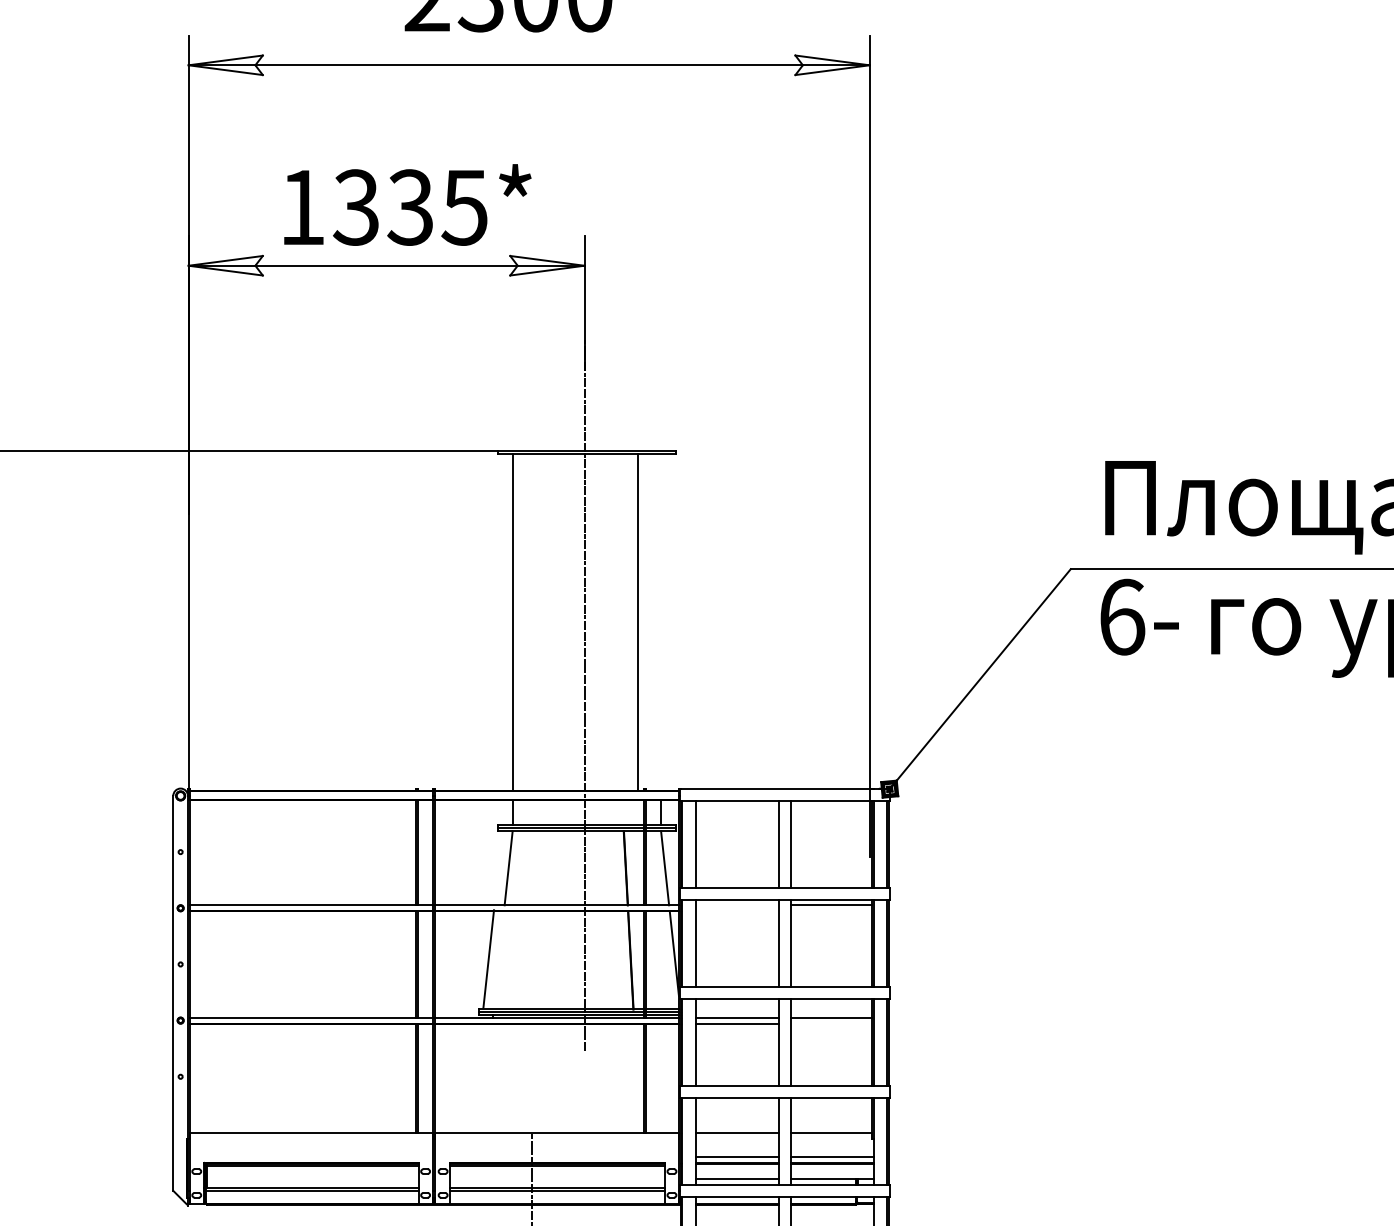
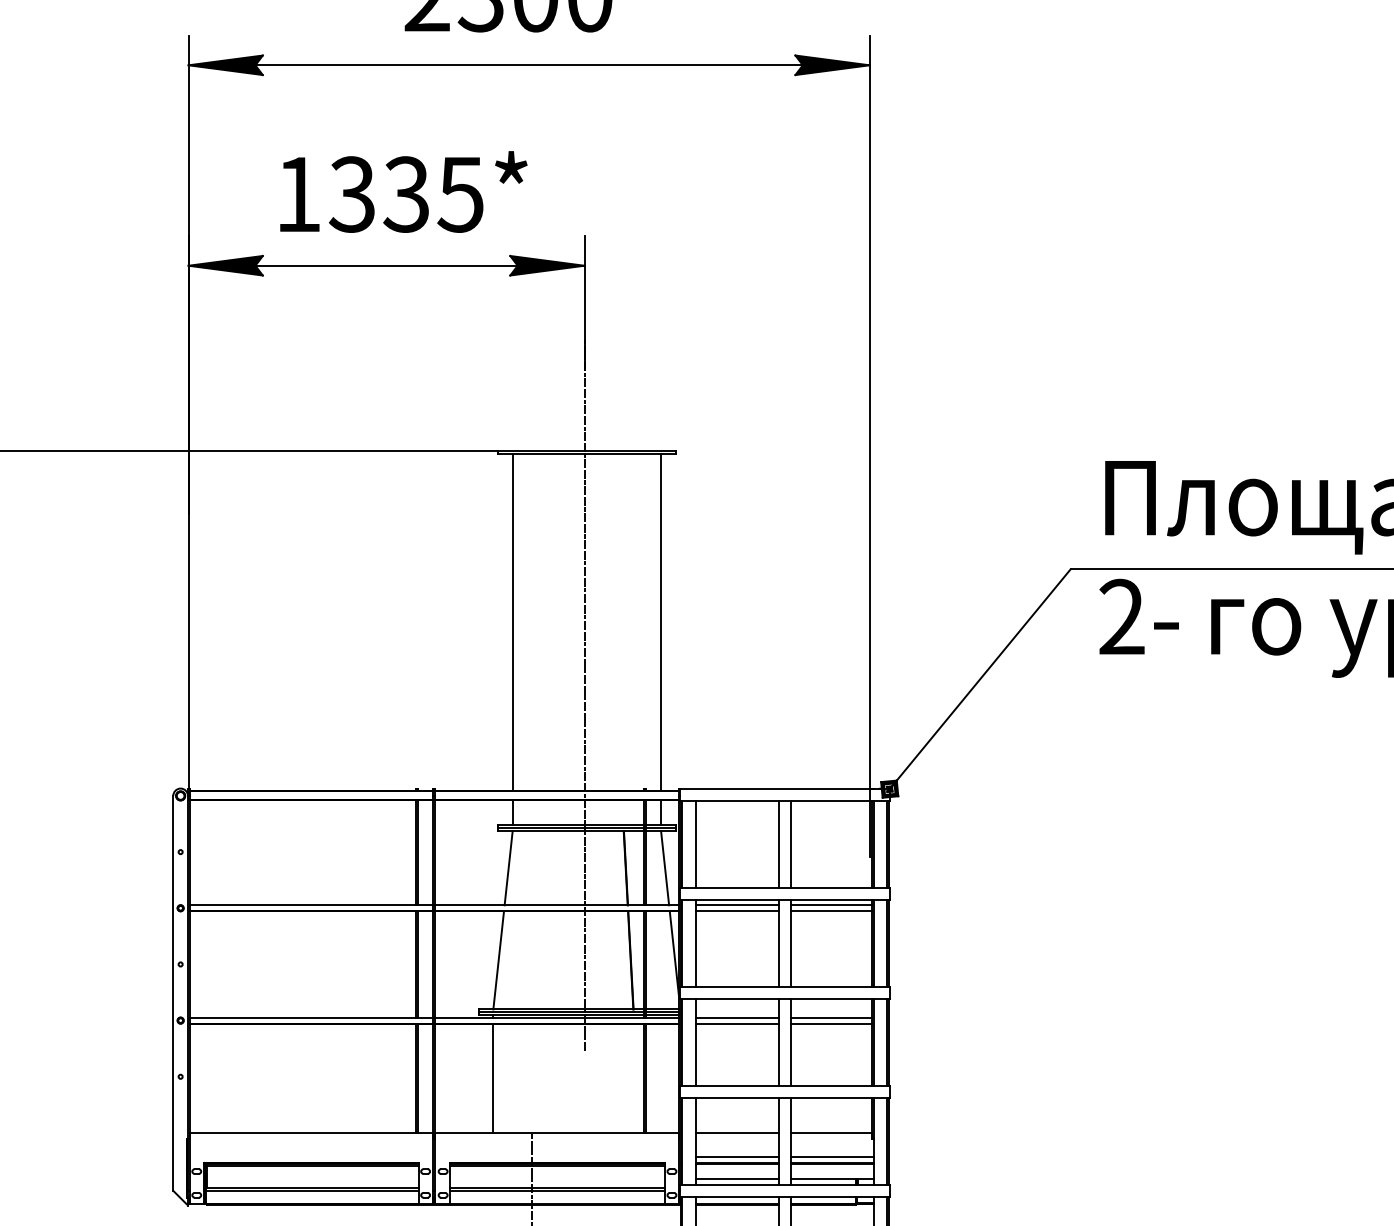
fill at (225, 65): none -> present
fill at (832, 65): none -> present
text at (407, 204) position: (407, 204) -> (403, 191)
fill at (225, 265): none -> present
fill at (547, 265): none -> present
text at (1122, 616): 6- -> 2-
line at (638, 622) position: (638, 622) -> (661, 622)
line at (736, 905): none -> present
line at (736, 911): none -> present
line at (831, 911): none -> present
line at (488, 959) position: (488, 959) -> (498, 960)
line at (831, 1023): none -> present
line at (493, 1077): none -> present
